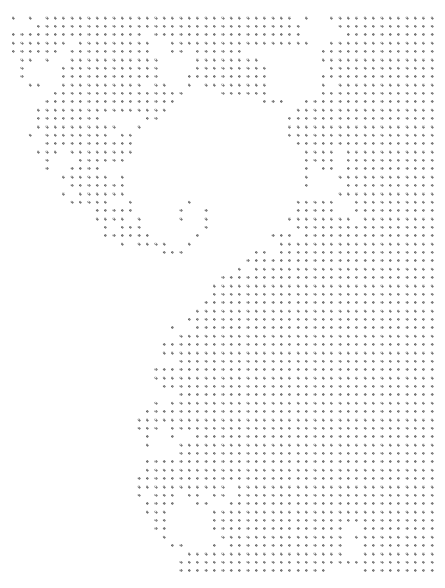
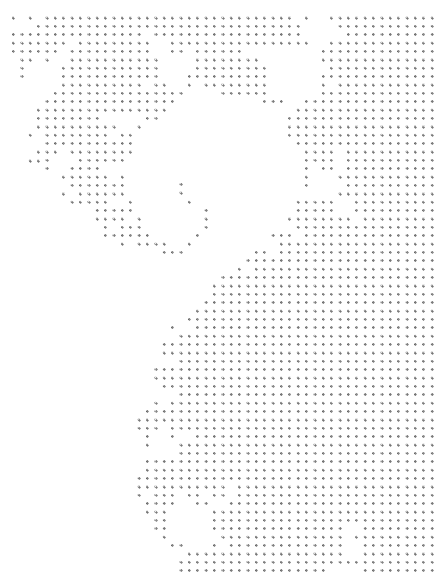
part at (34, 84) position: (34, 84) -> (34, 160)
part at (180, 214) position: (180, 214) -> (180, 188)
